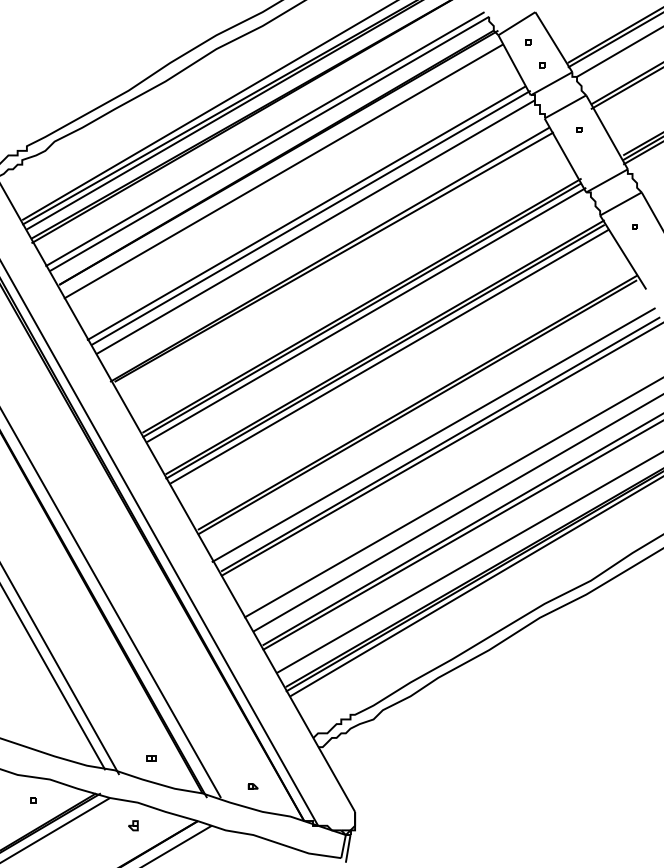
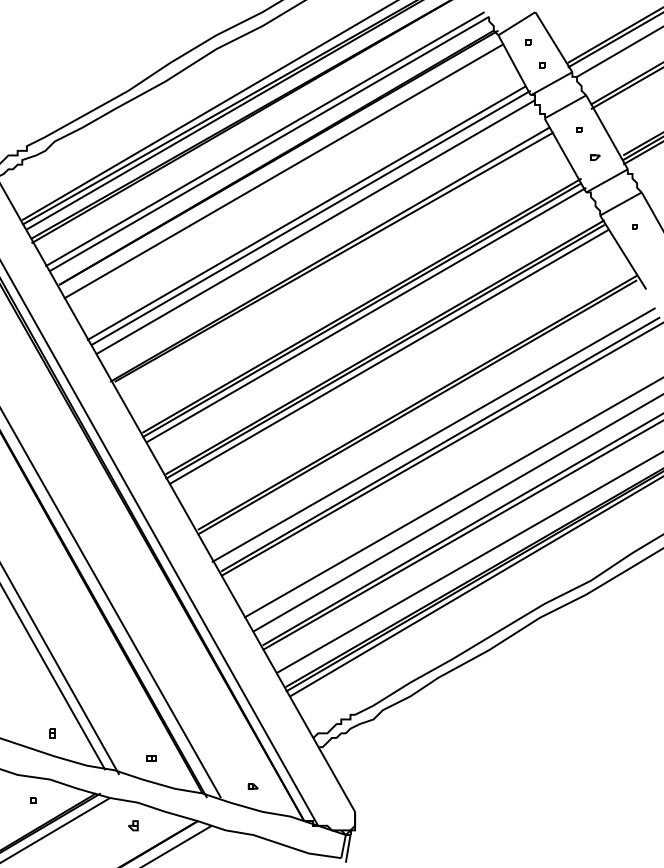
part at (595, 157): none -> present
part at (52, 733): none -> present
